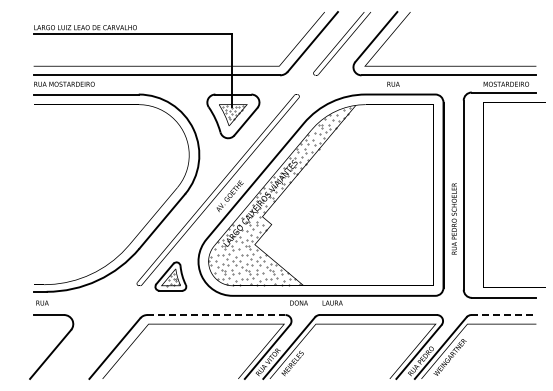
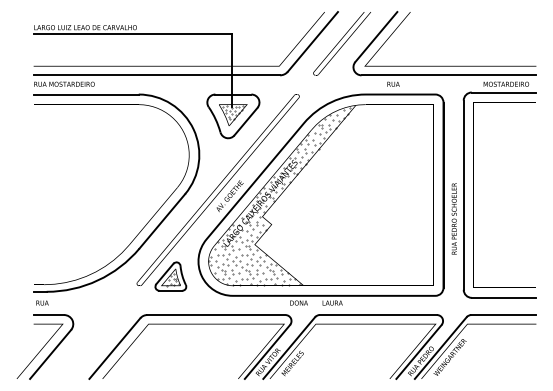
line at (483, 194) position: (483, 194) -> (473, 194)
line at (216, 315): dashed -> solid
line at (503, 315): dashed -> solid
line at (40, 350): none -> present
